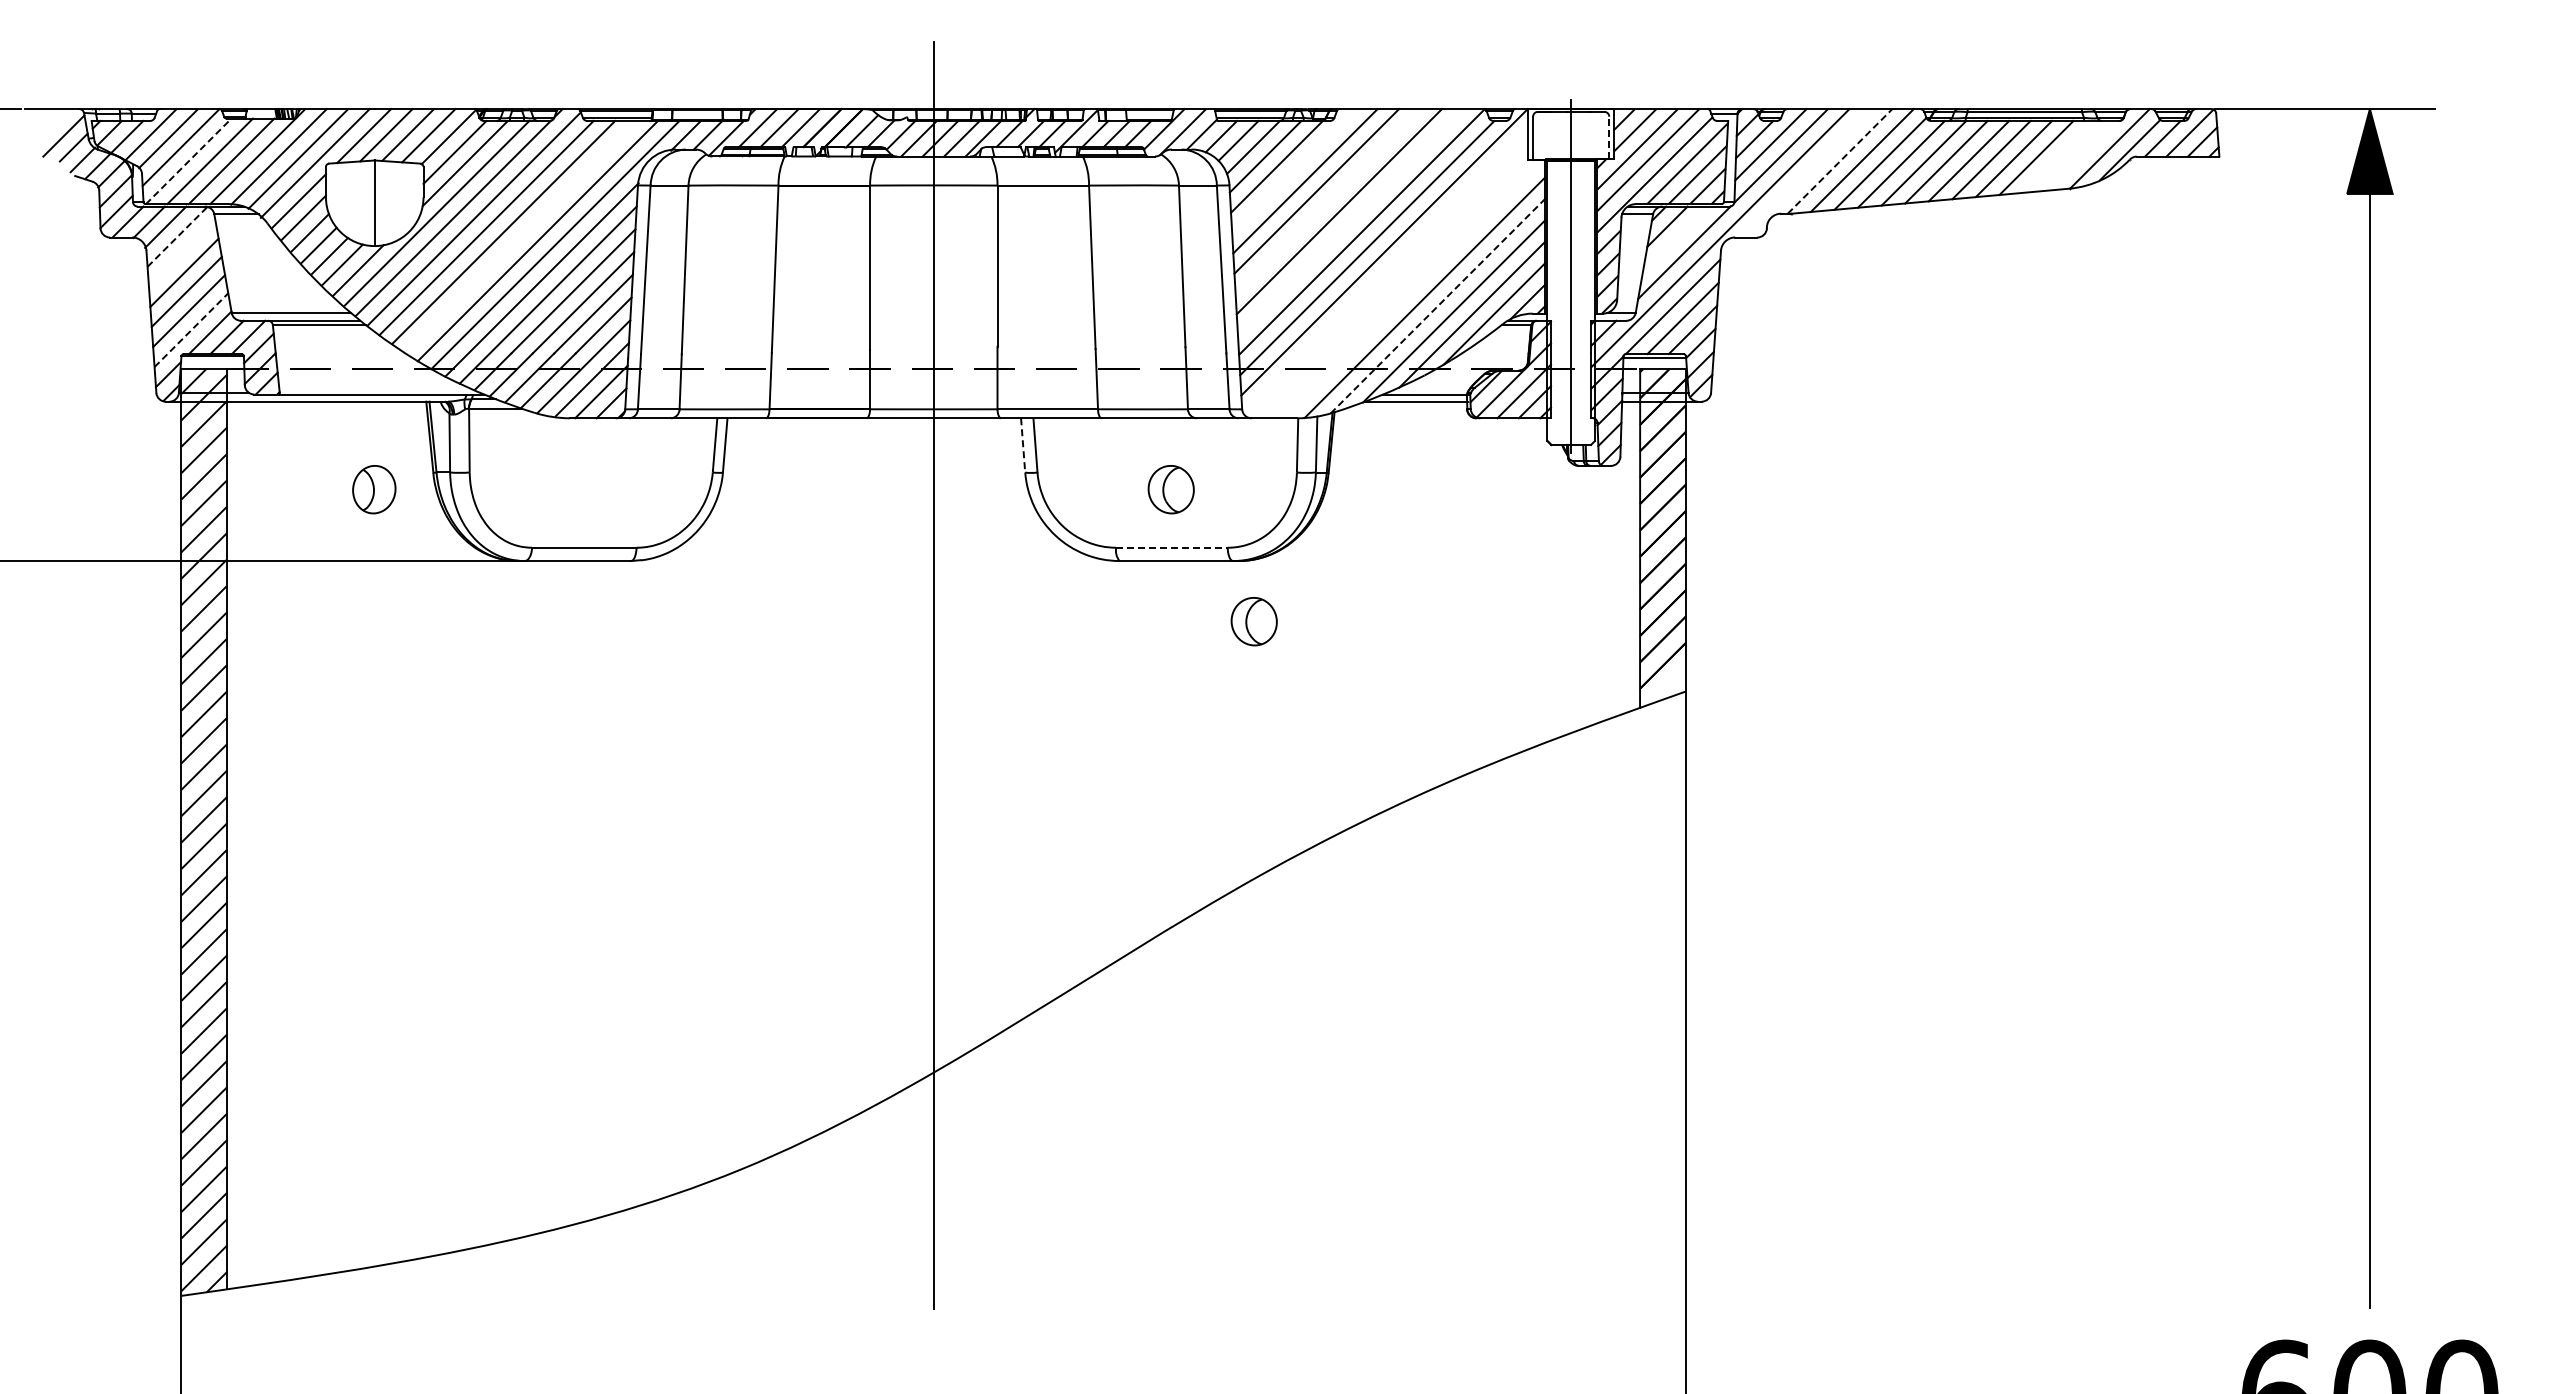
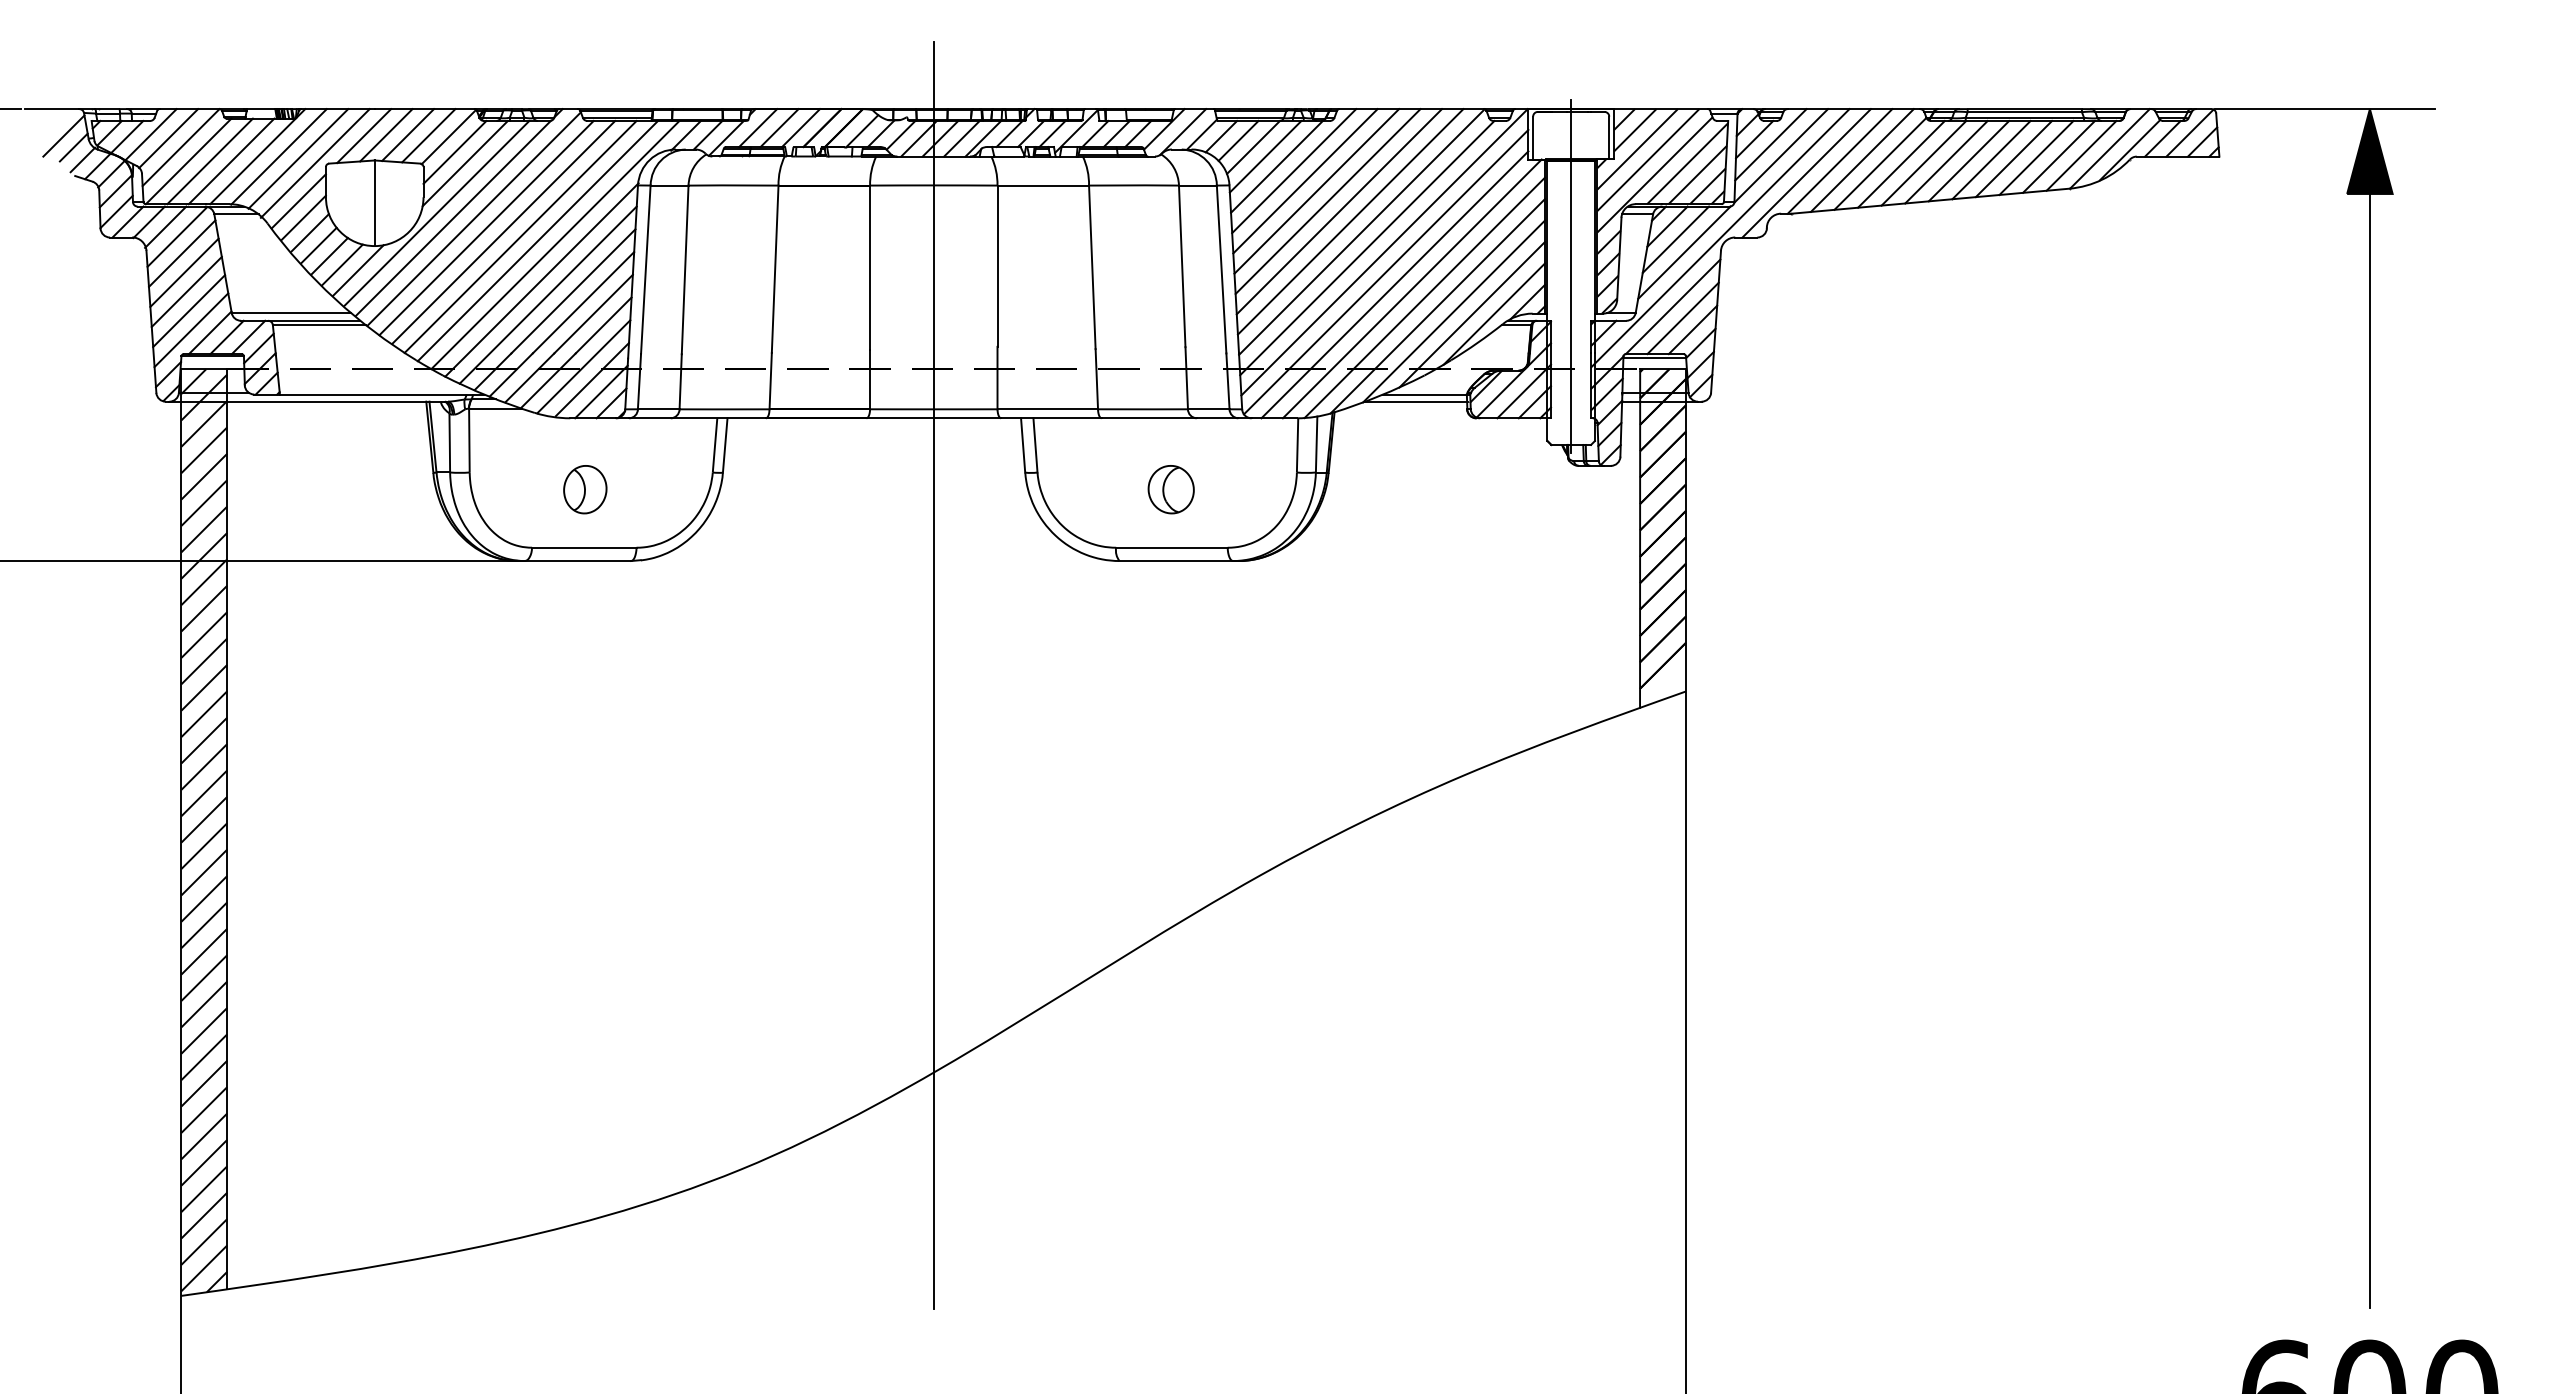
line at (1609, 137): dashed -> solid
line at (2081, 155): none -> present
line at (2058, 156): none -> present
line at (188, 161): dashed -> solid
line at (1840, 161): dashed -> solid
line at (1294, 171): none -> present
line at (1806, 173): none -> present
line at (1327, 201): none -> present
line at (1350, 221): none -> present
line at (177, 236): dashed -> solid
line at (520, 236): none -> present
line at (1675, 239): none -> present
line at (182, 253): none -> present
line at (1385, 271): none -> present
line at (1394, 284): none -> present
line at (1411, 288): none -> present
line at (1437, 306): dashed -> solid
line at (191, 329): dashed -> solid
line at (1023, 445): dashed -> solid
part at (374, 489) position: (374, 489) -> (585, 489)
line at (1171, 547): dashed -> solid
part at (1253, 621): present -> none
